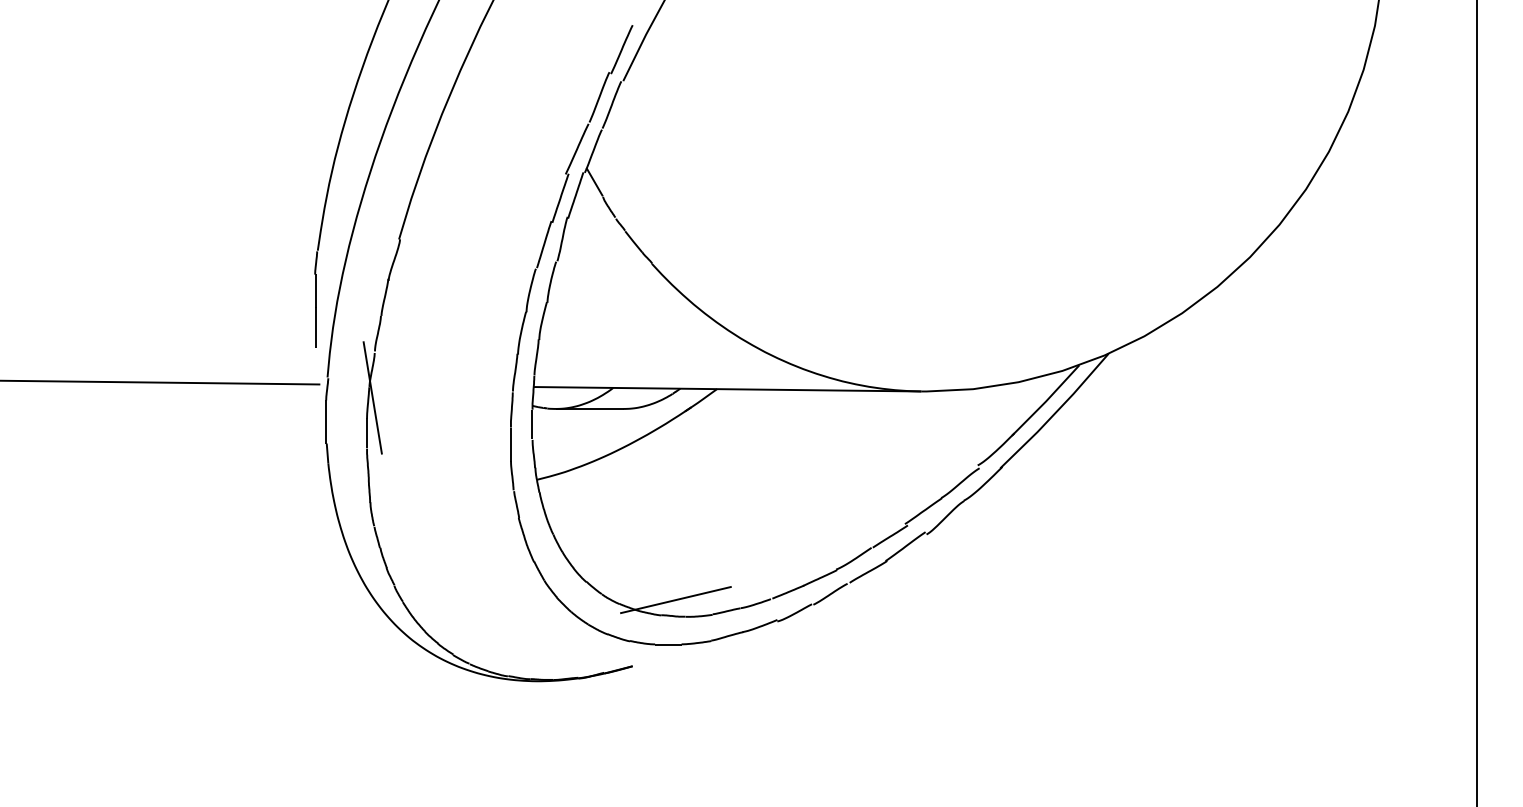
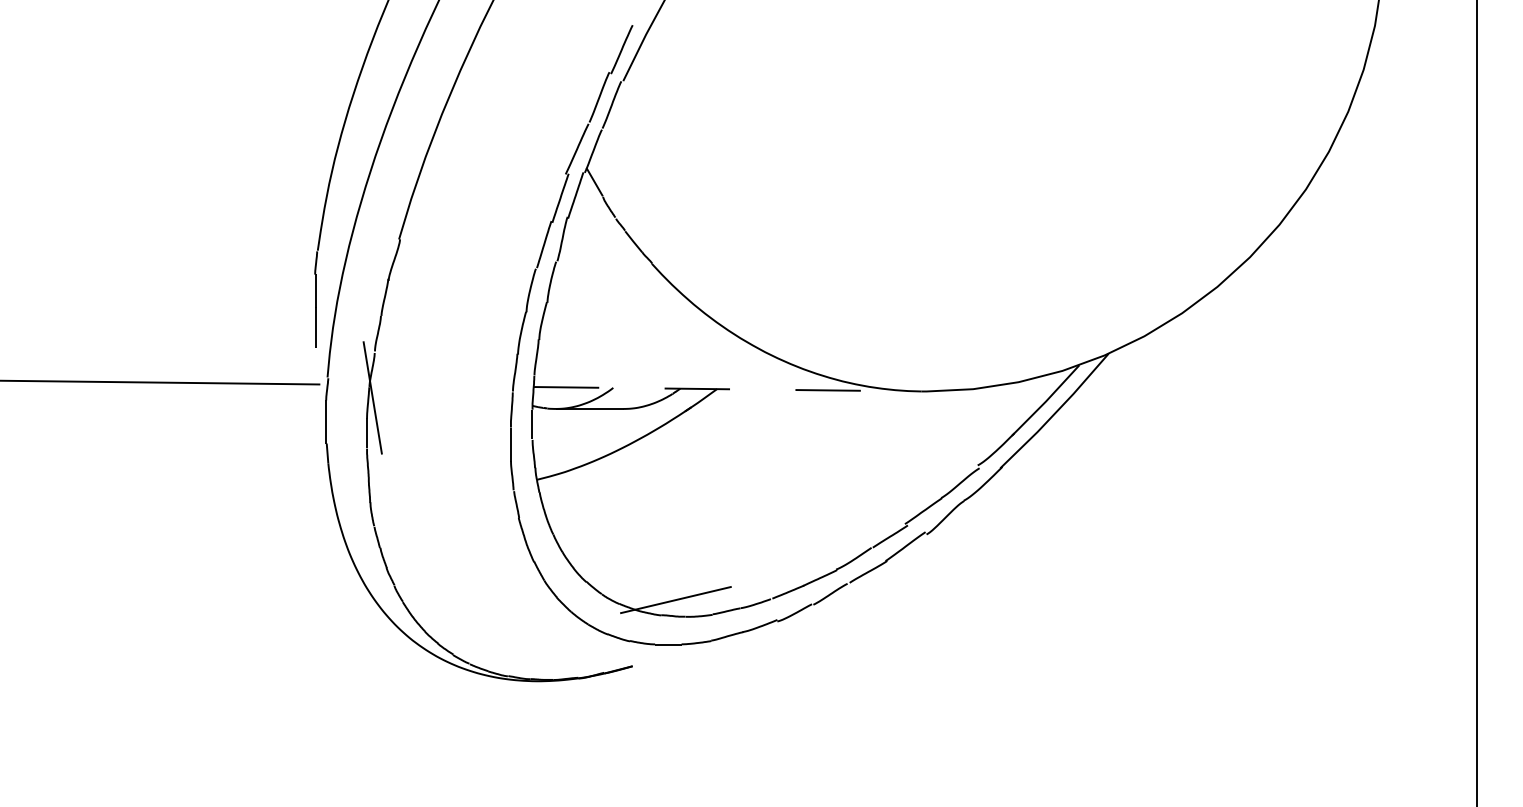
line at (727, 389): solid -> dashed
